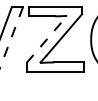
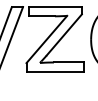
line at (11, 37): dashed -> solid
line at (47, 39): dashed -> solid
